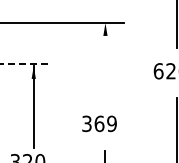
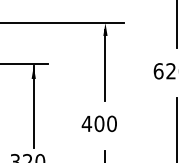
line at (23, 64): dashed -> solid
line at (105, 65): none -> present
text at (98, 123): 369 -> 400
